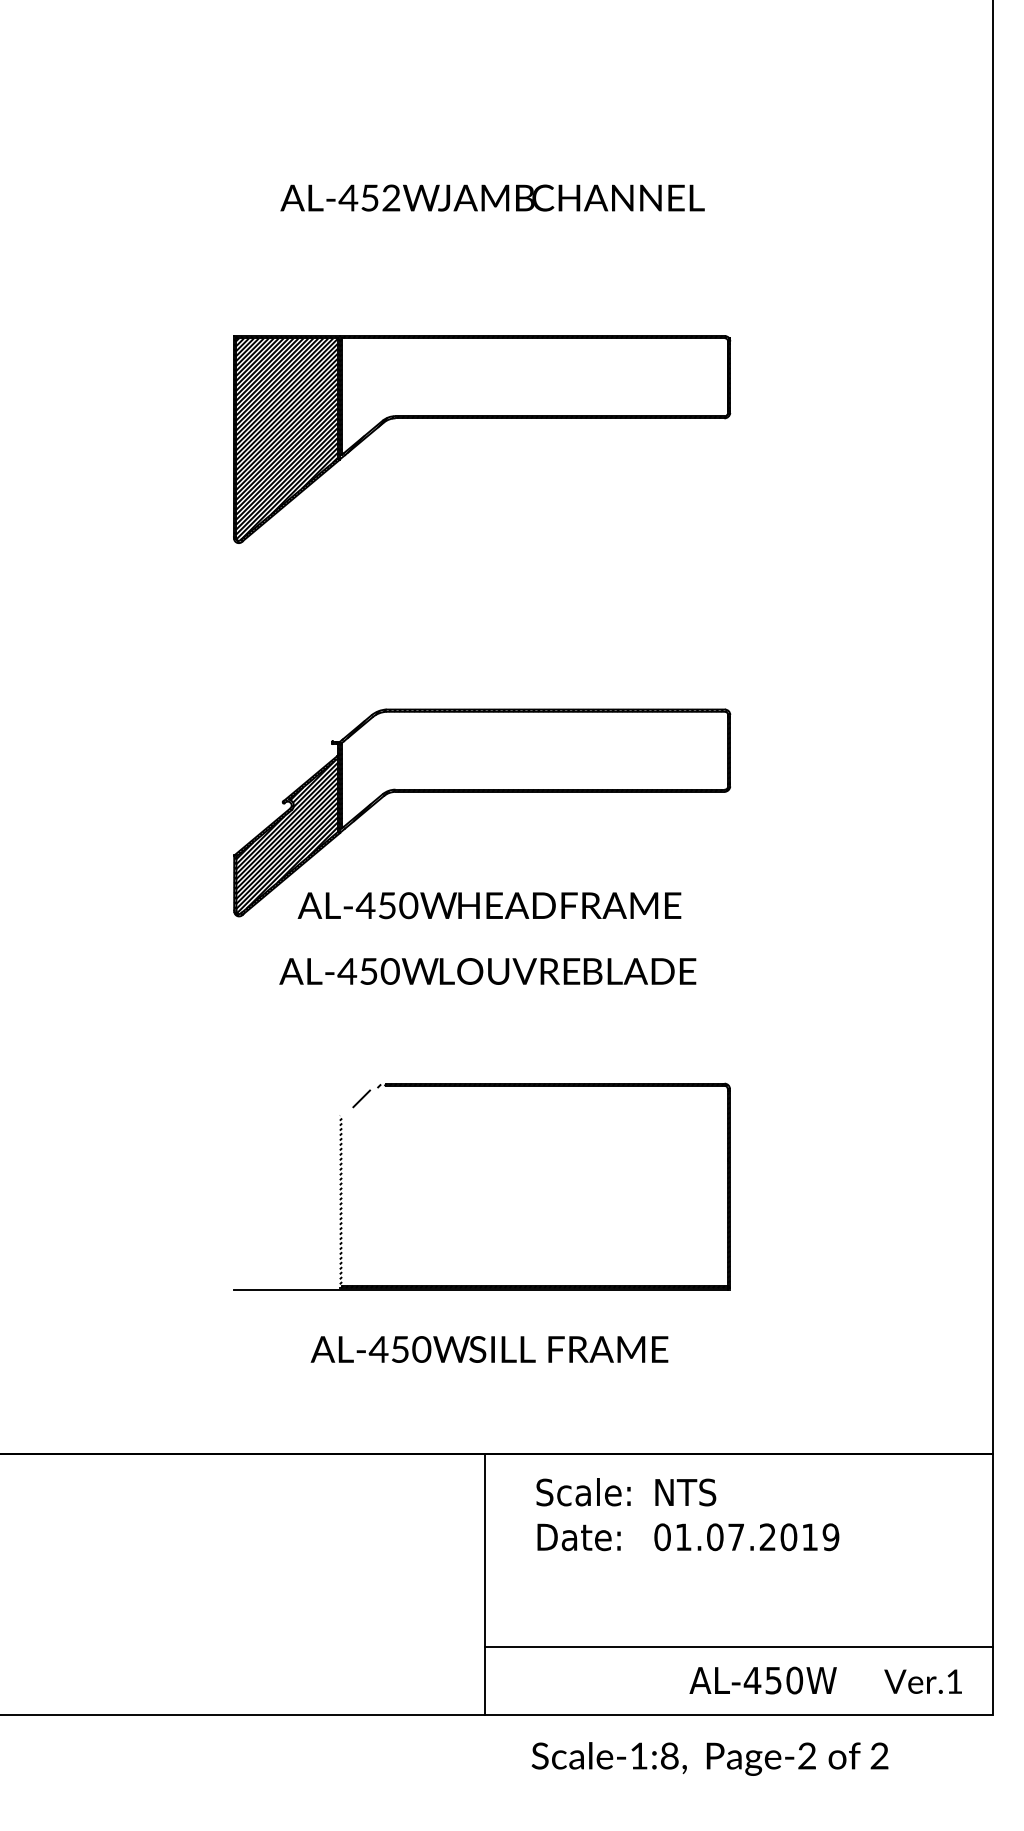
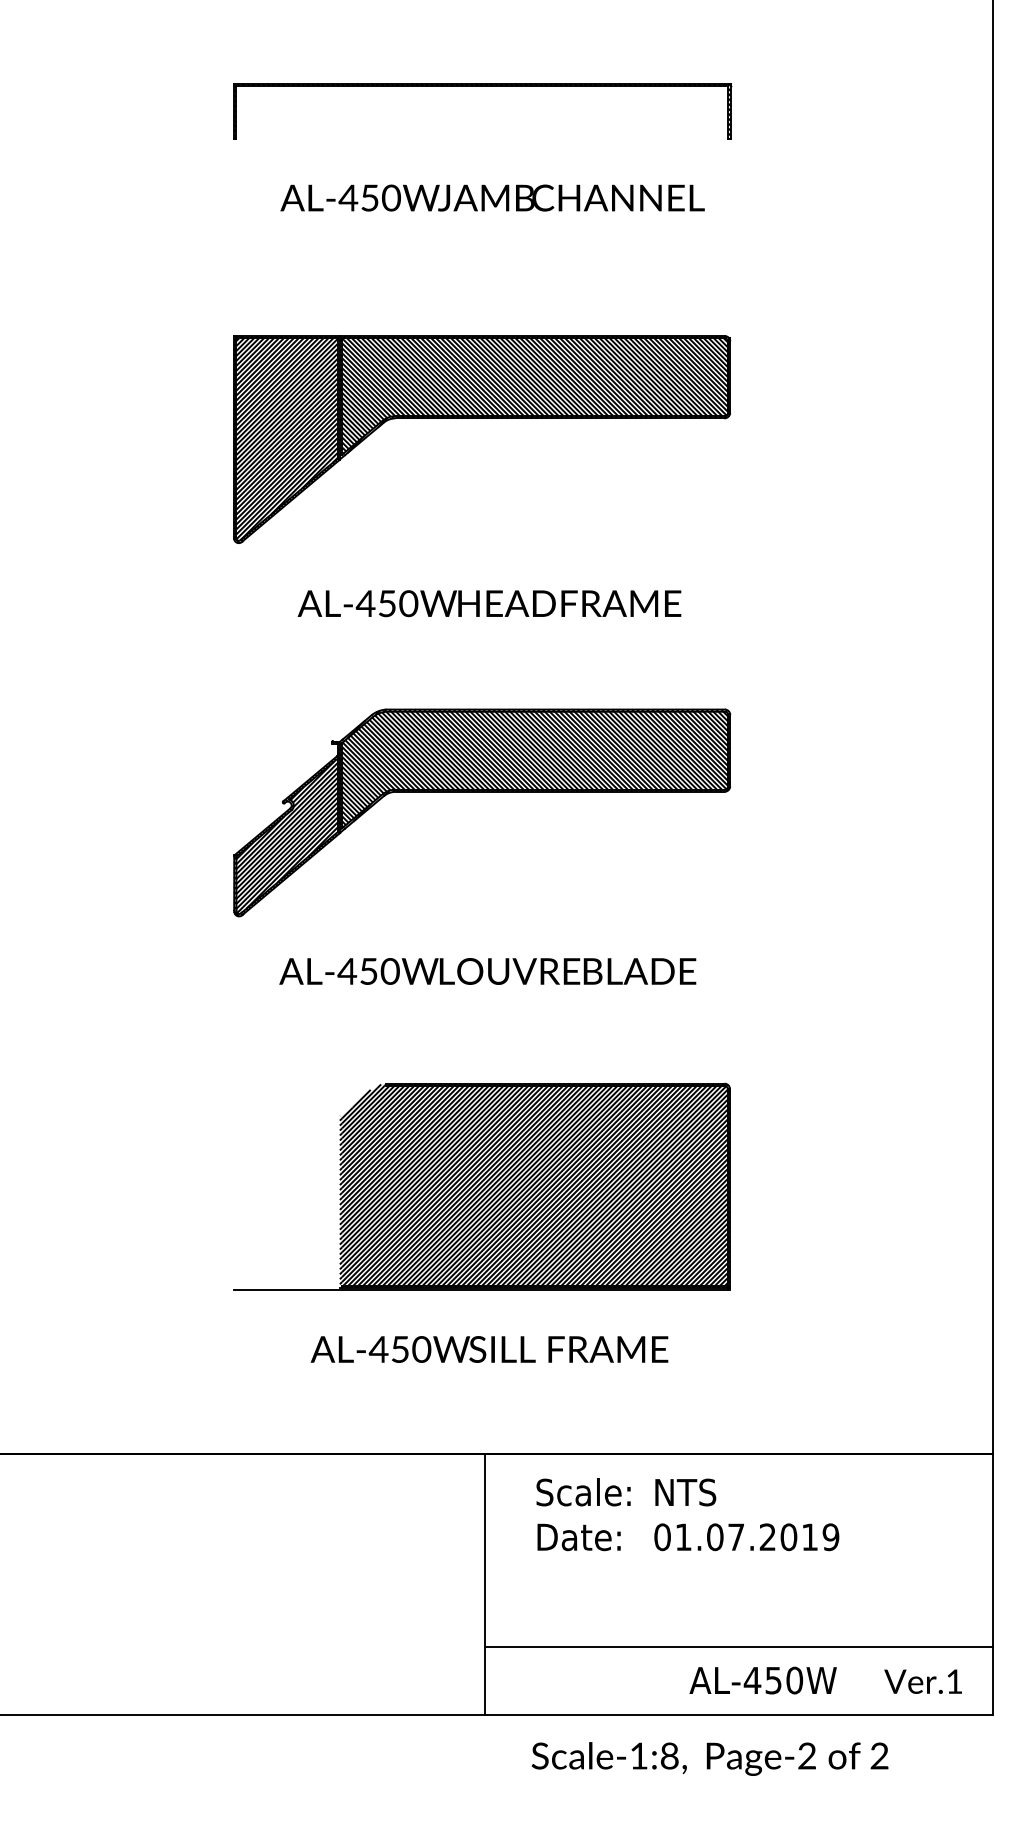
part at (482, 86): none -> present
text at (391, 198): AL-452W -> AL-450W
hatch at (535, 395): none -> present
hatch at (535, 769): none -> present
text at (489, 905) position: (489, 905) -> (489, 603)
hatch at (534, 1185): none -> present
